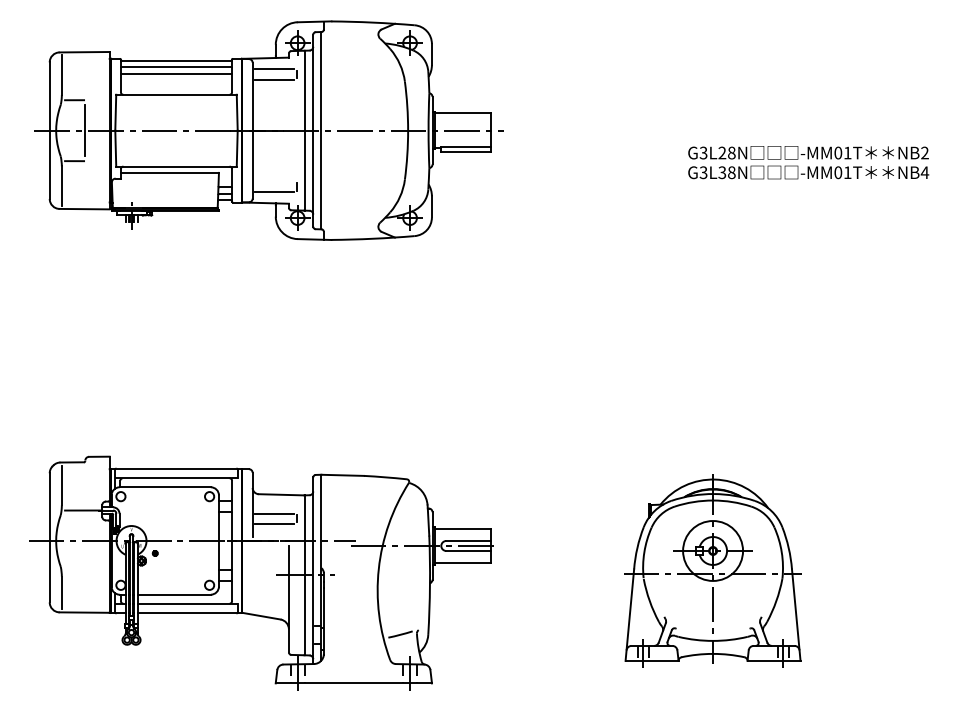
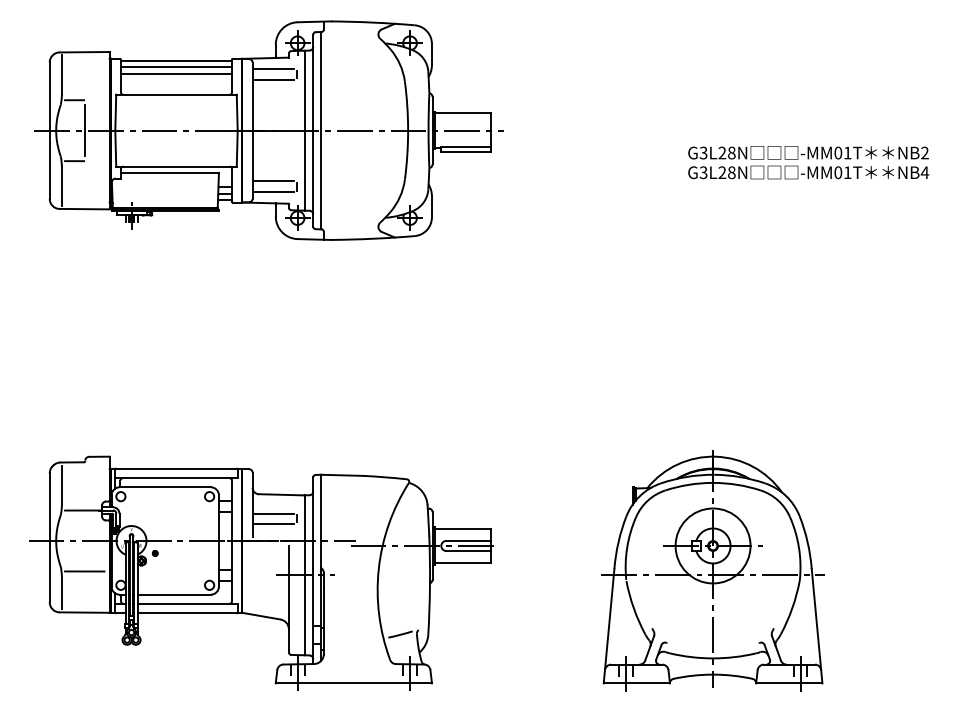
text at (722, 173): G3L38N -> G3L28N
line at (274, 181): none -> present
part at (712, 570) size: 178x194 px -> 224x242 px
line at (84, 571): none -> present
